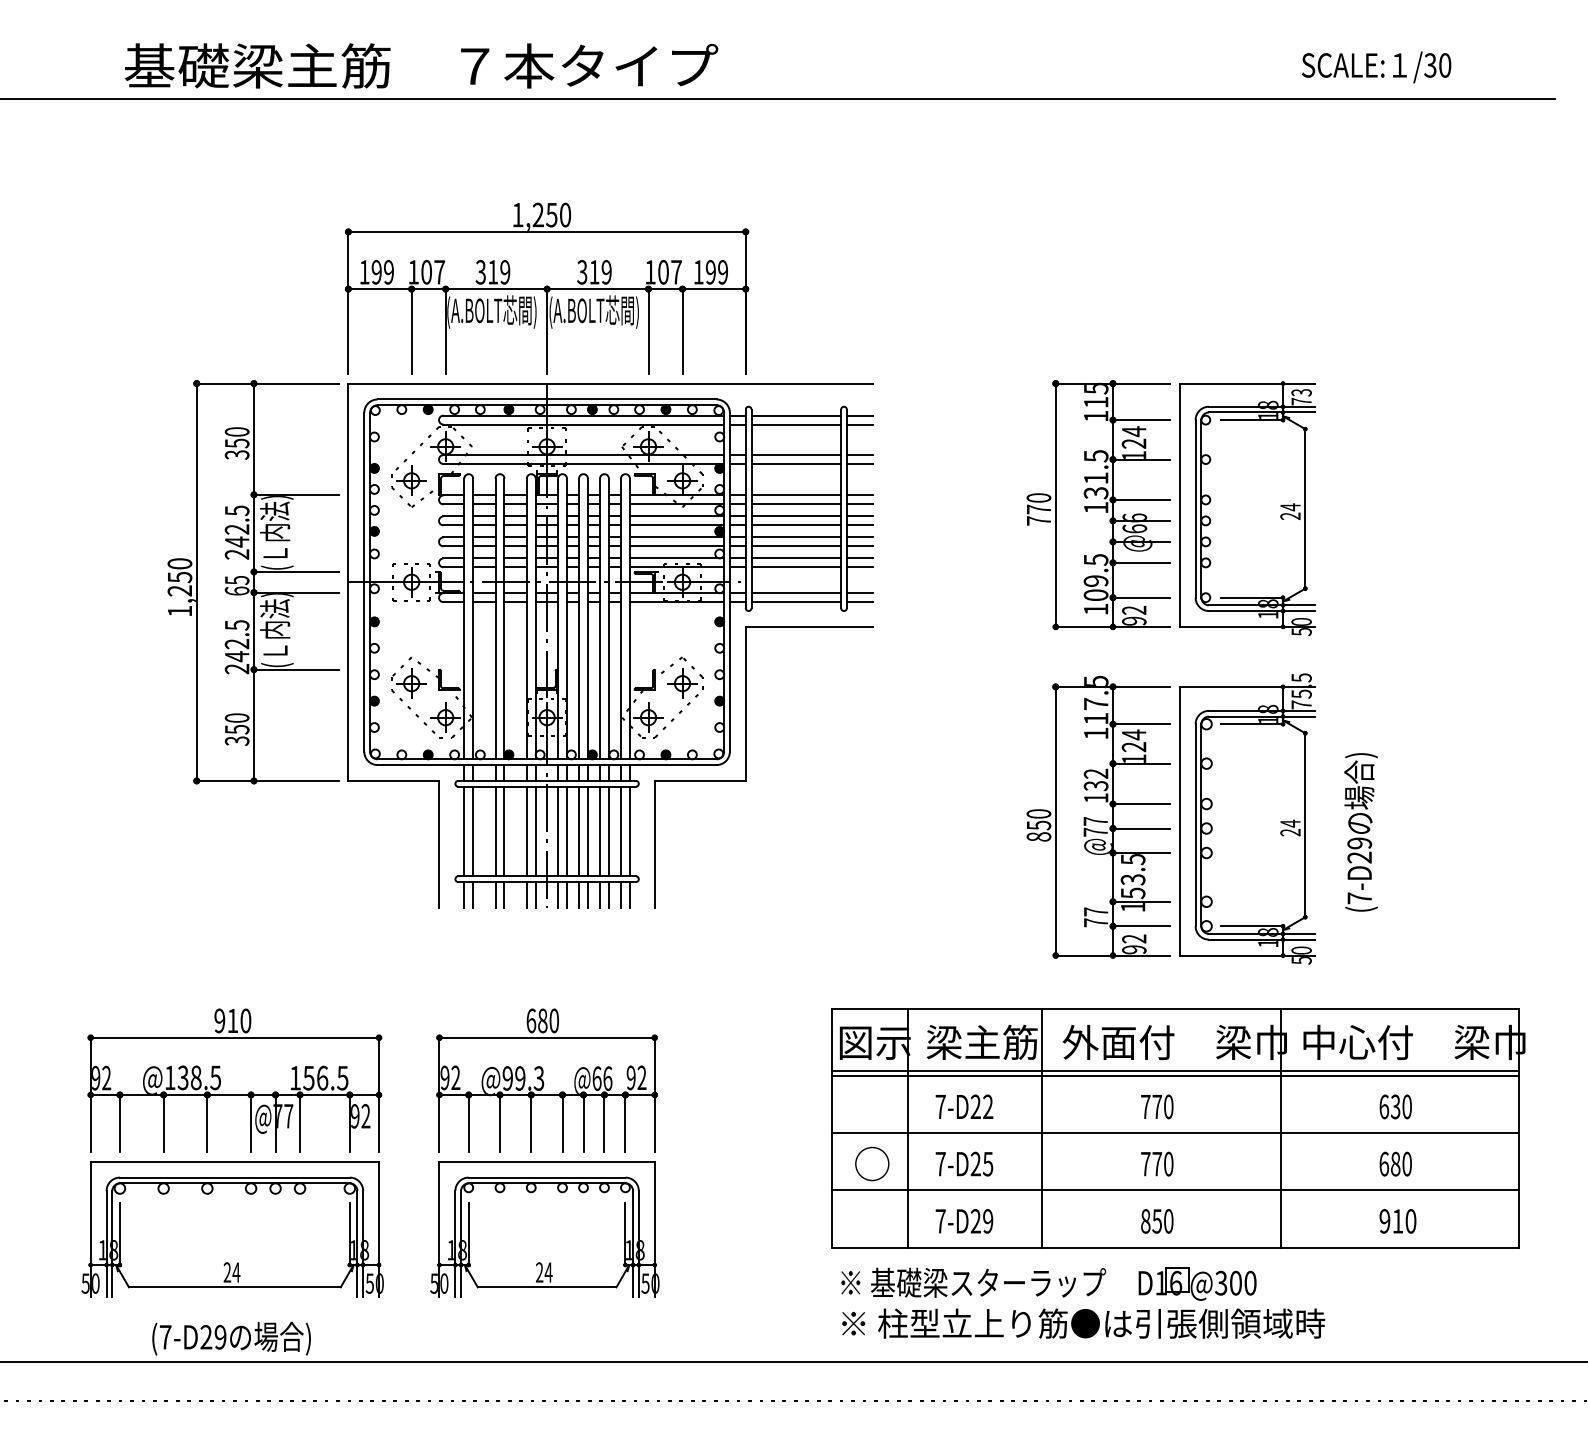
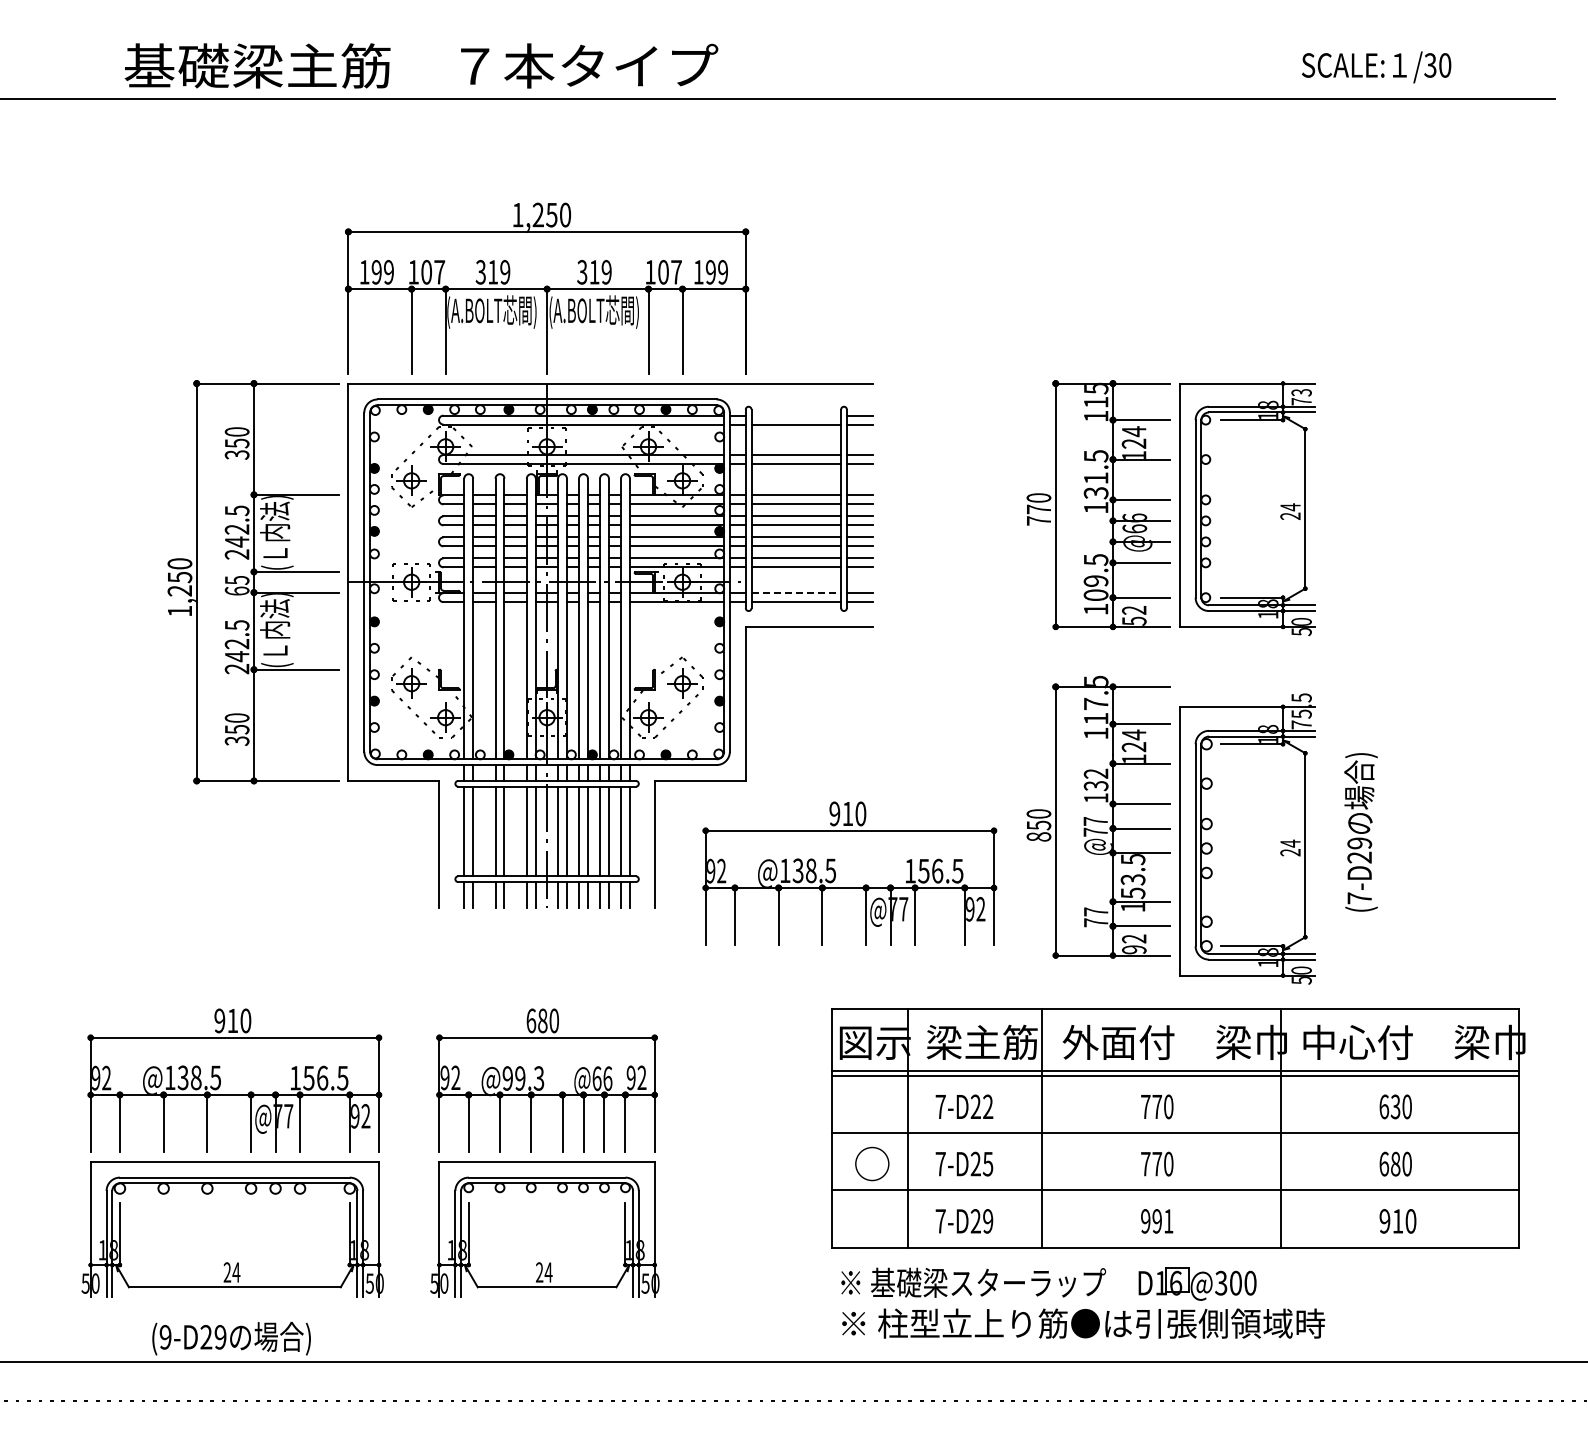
line at (796, 415): present -> none
line at (796, 593): solid -> dashed
text at (1134, 620): 92 -> 52
part at (1247, 818) position: (1247, 818) -> (1247, 838)
part at (849, 873): none -> present
text at (1157, 1221): 850 -> 991
text at (165, 1337): (7-D29 -> (9-D29
